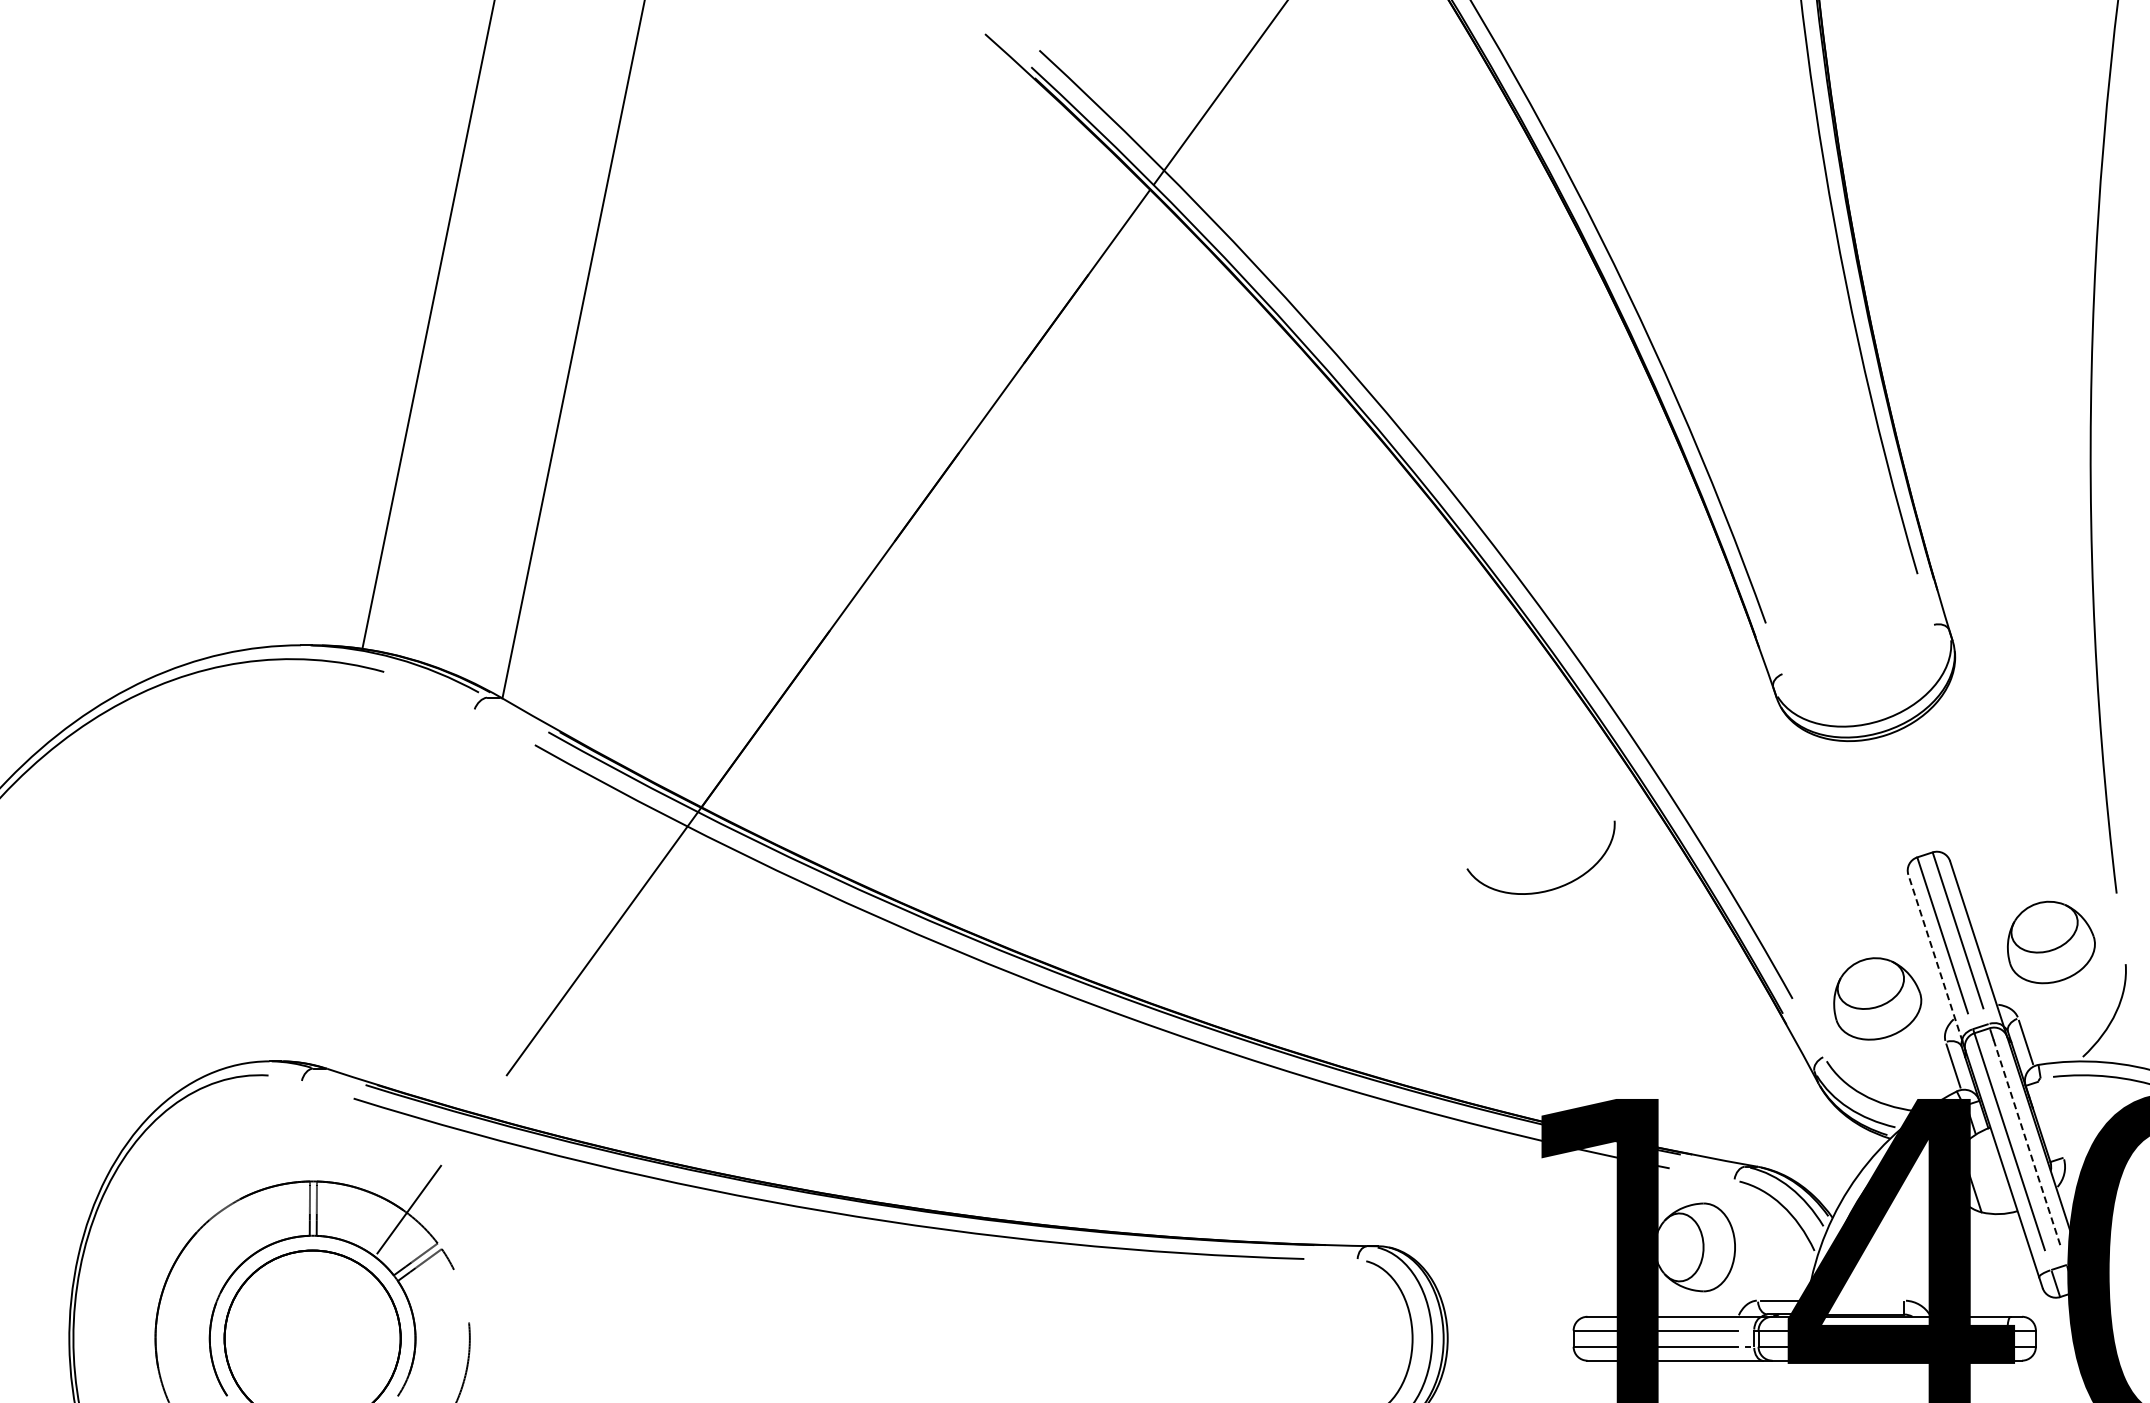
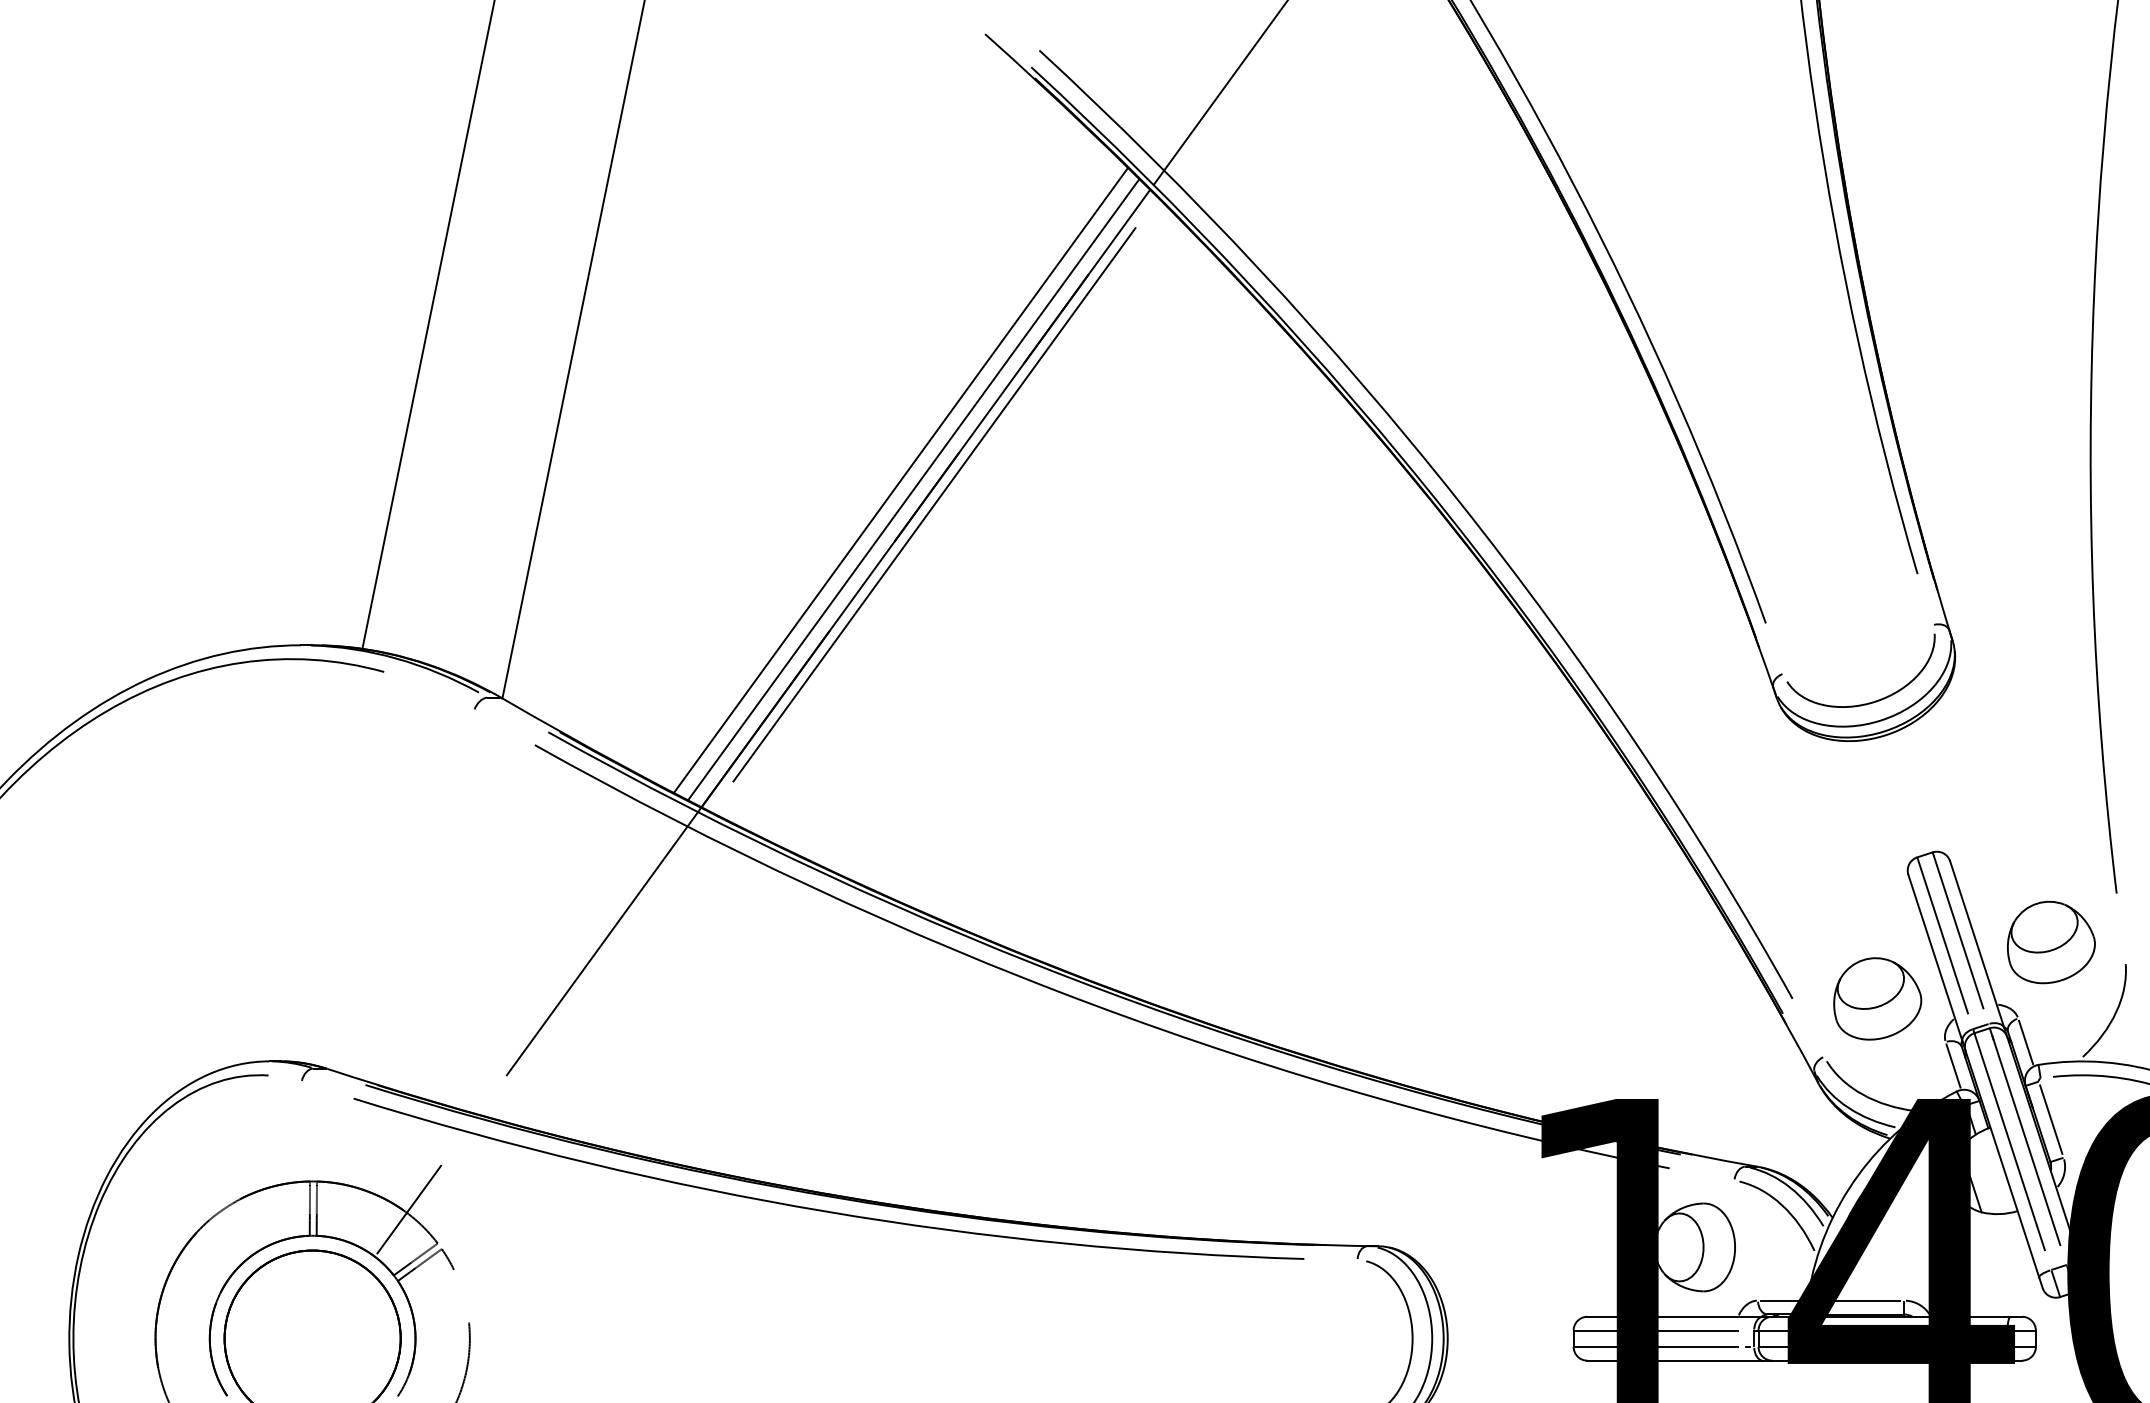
line at (900, 480): none -> present
line at (913, 489): none -> present
line at (934, 504): none -> present
curve at (1548, 889) position: (1548, 889) -> (1868, 702)
line at (1935, 958): dashed -> solid
line at (2051, 1119): none -> present
line at (2025, 1137): dashed -> solid
line at (1864, 1300): none -> present
